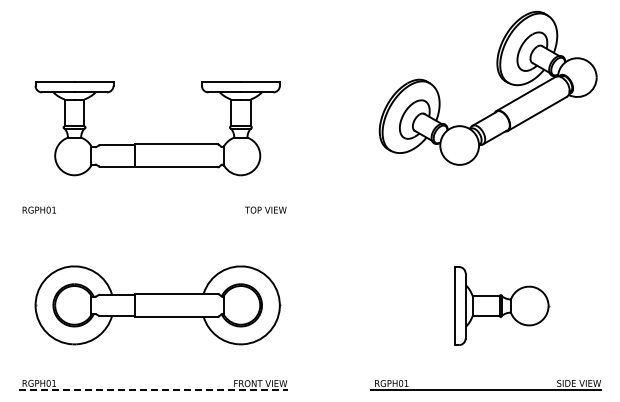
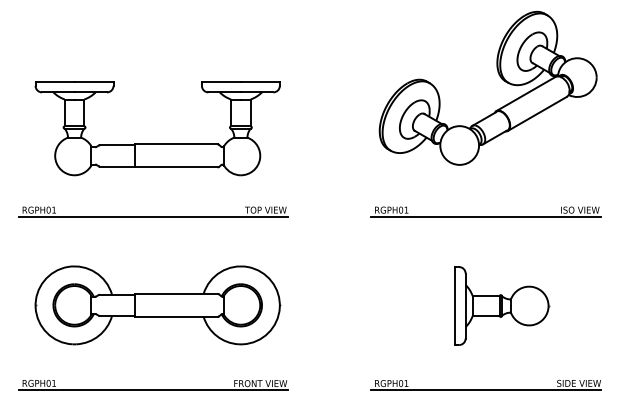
part at (485, 211): none -> present
line at (152, 216): none -> present
line at (153, 390): dashed -> solid
